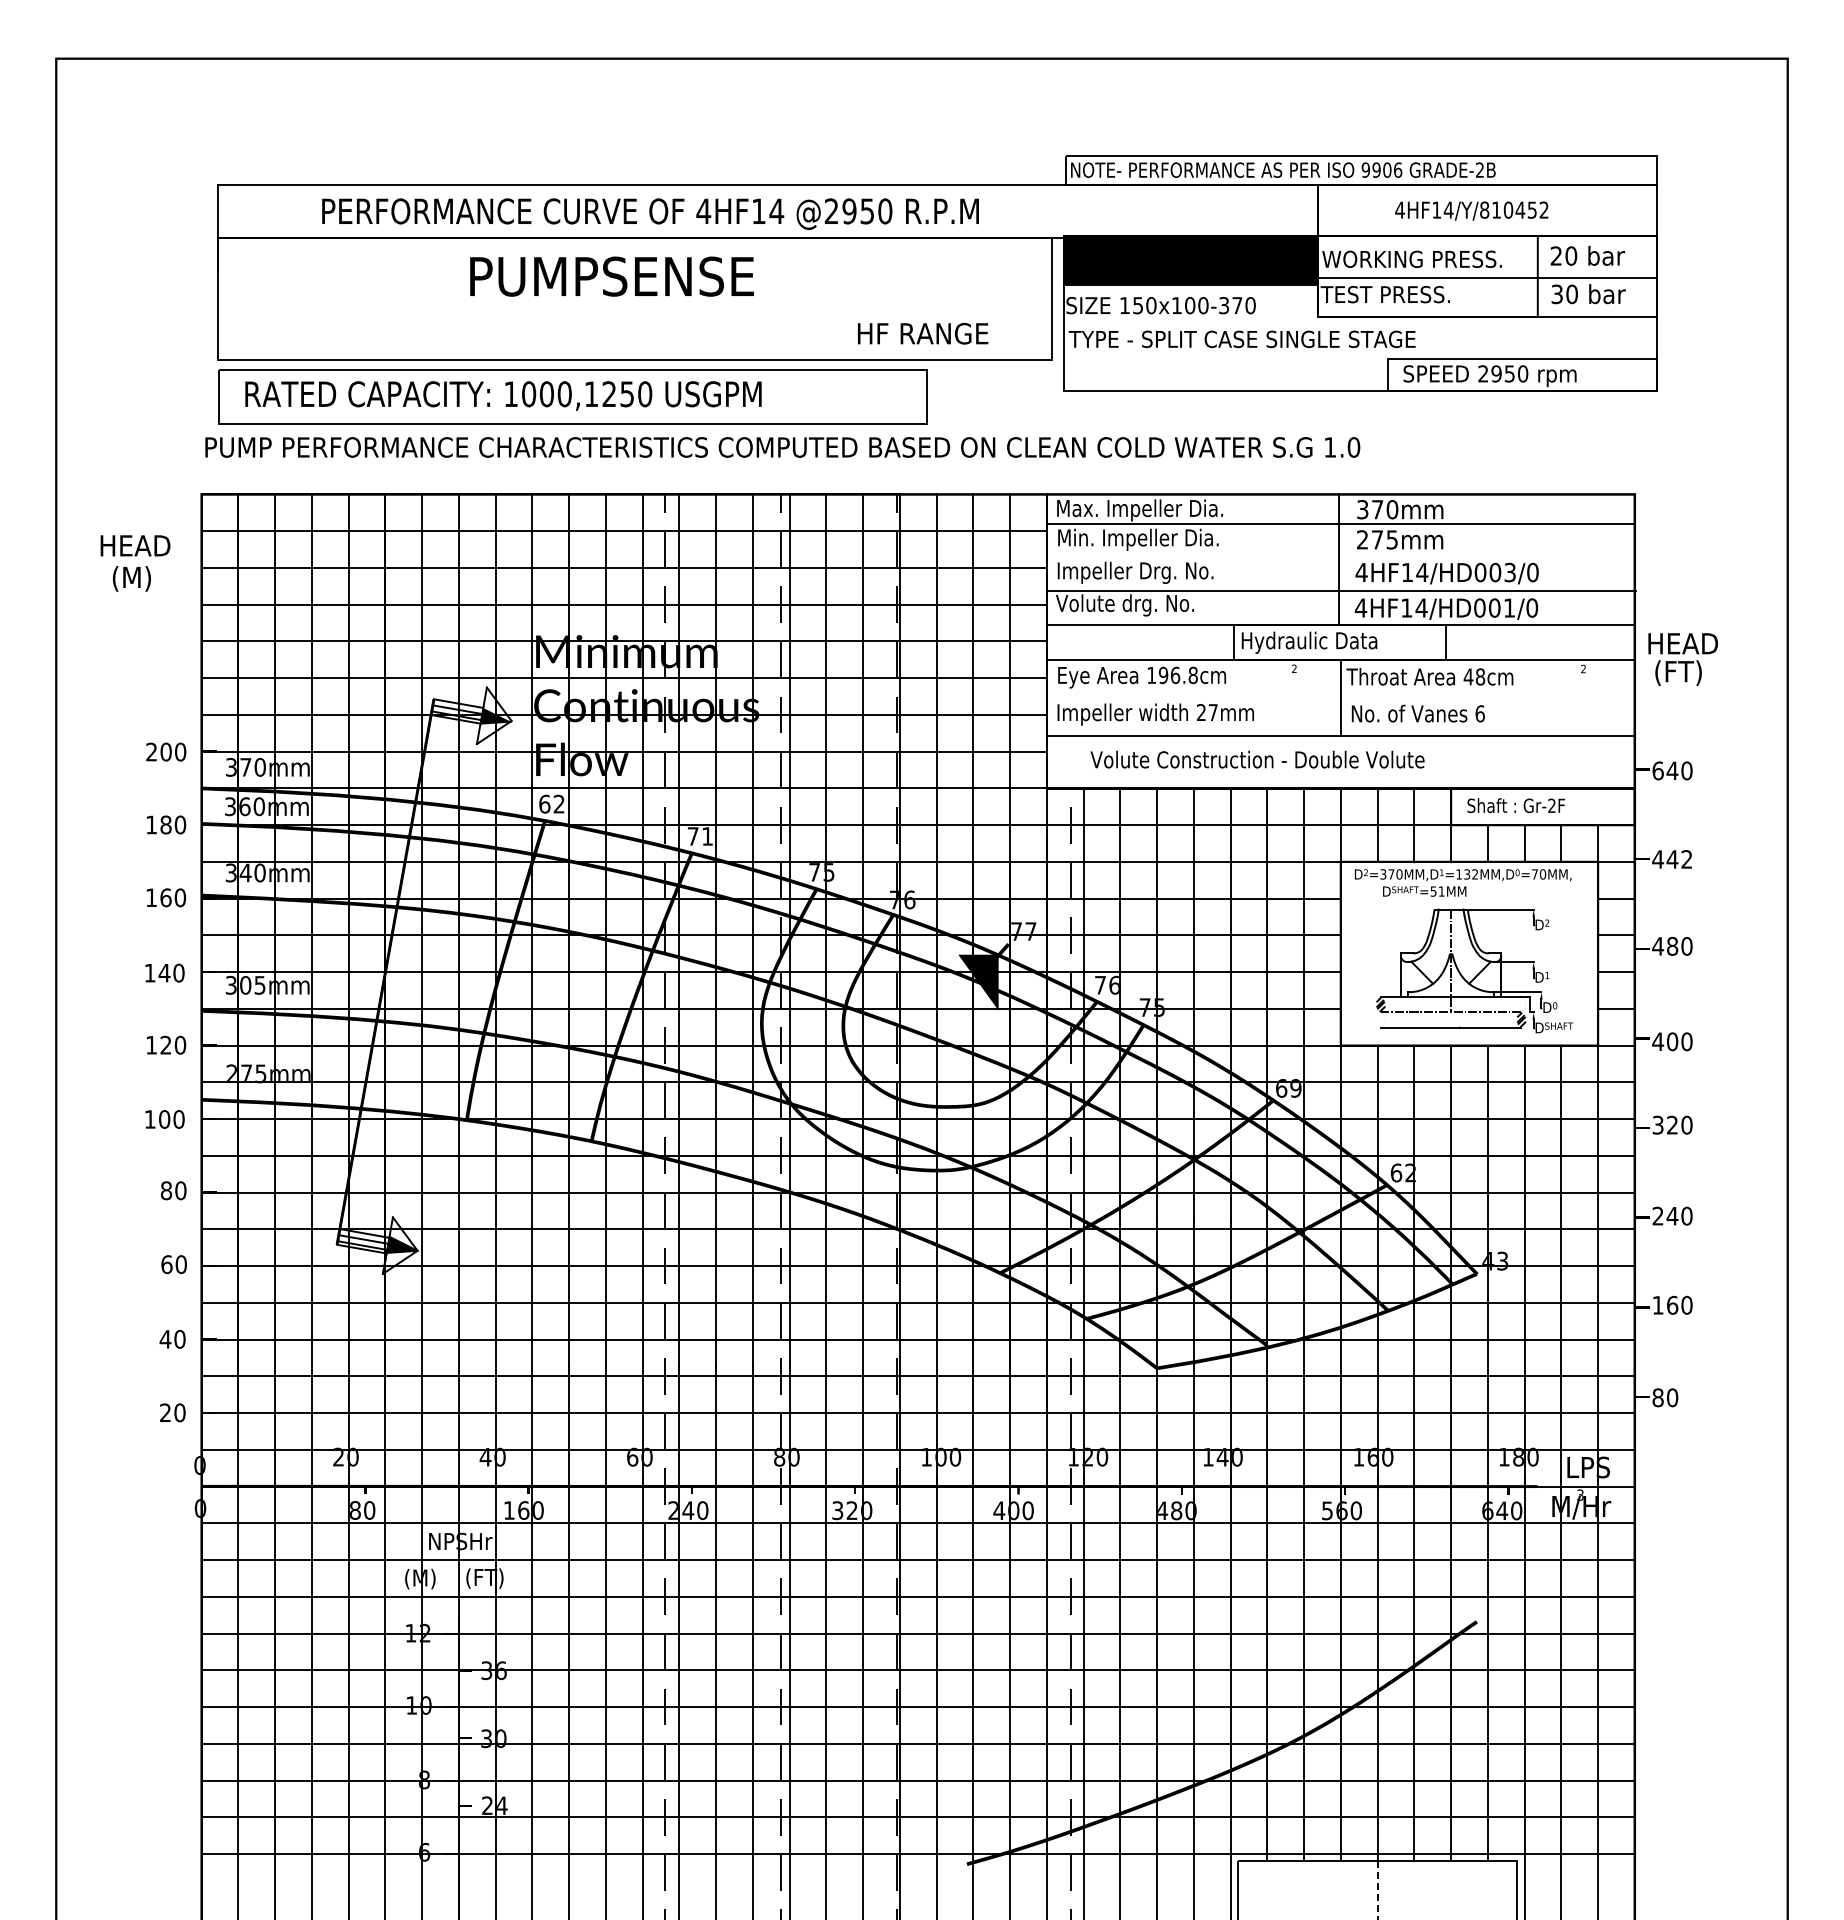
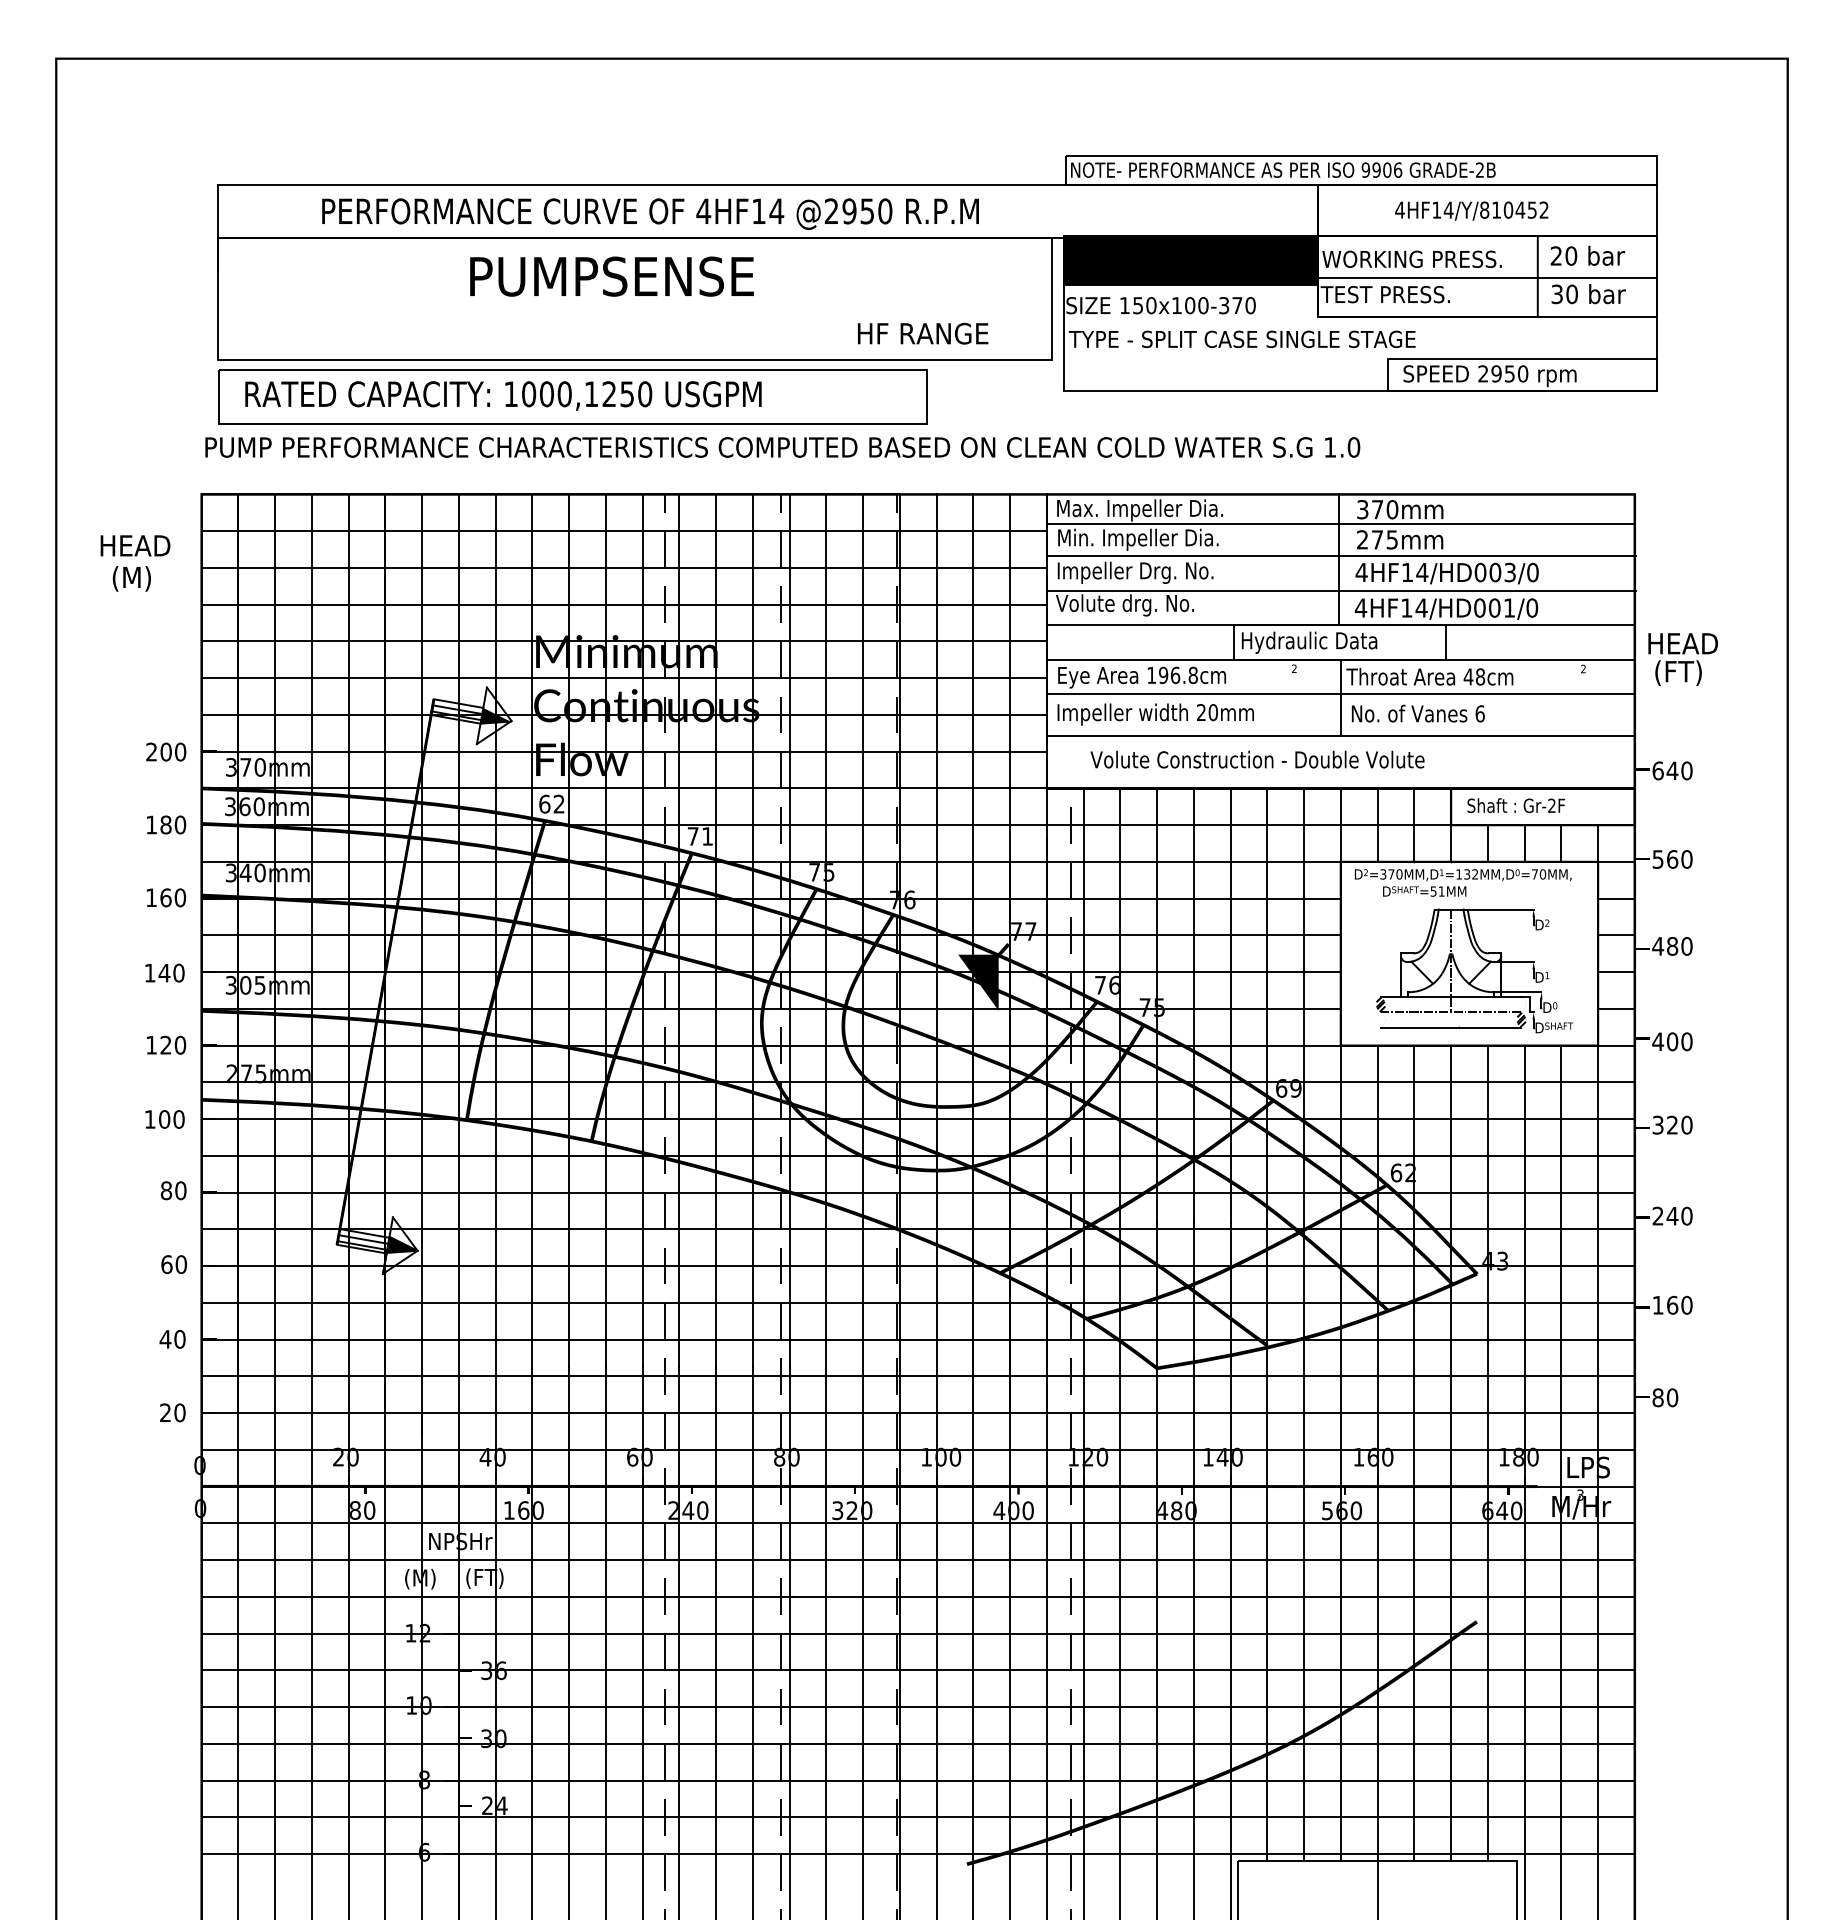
line at (1340, 556): none -> present
line at (1340, 694): none -> present
text at (1212, 712): 27mm -> 20mm
text at (1672, 859): 442 -> 560
line at (1377, 1890): dashed -> solid
